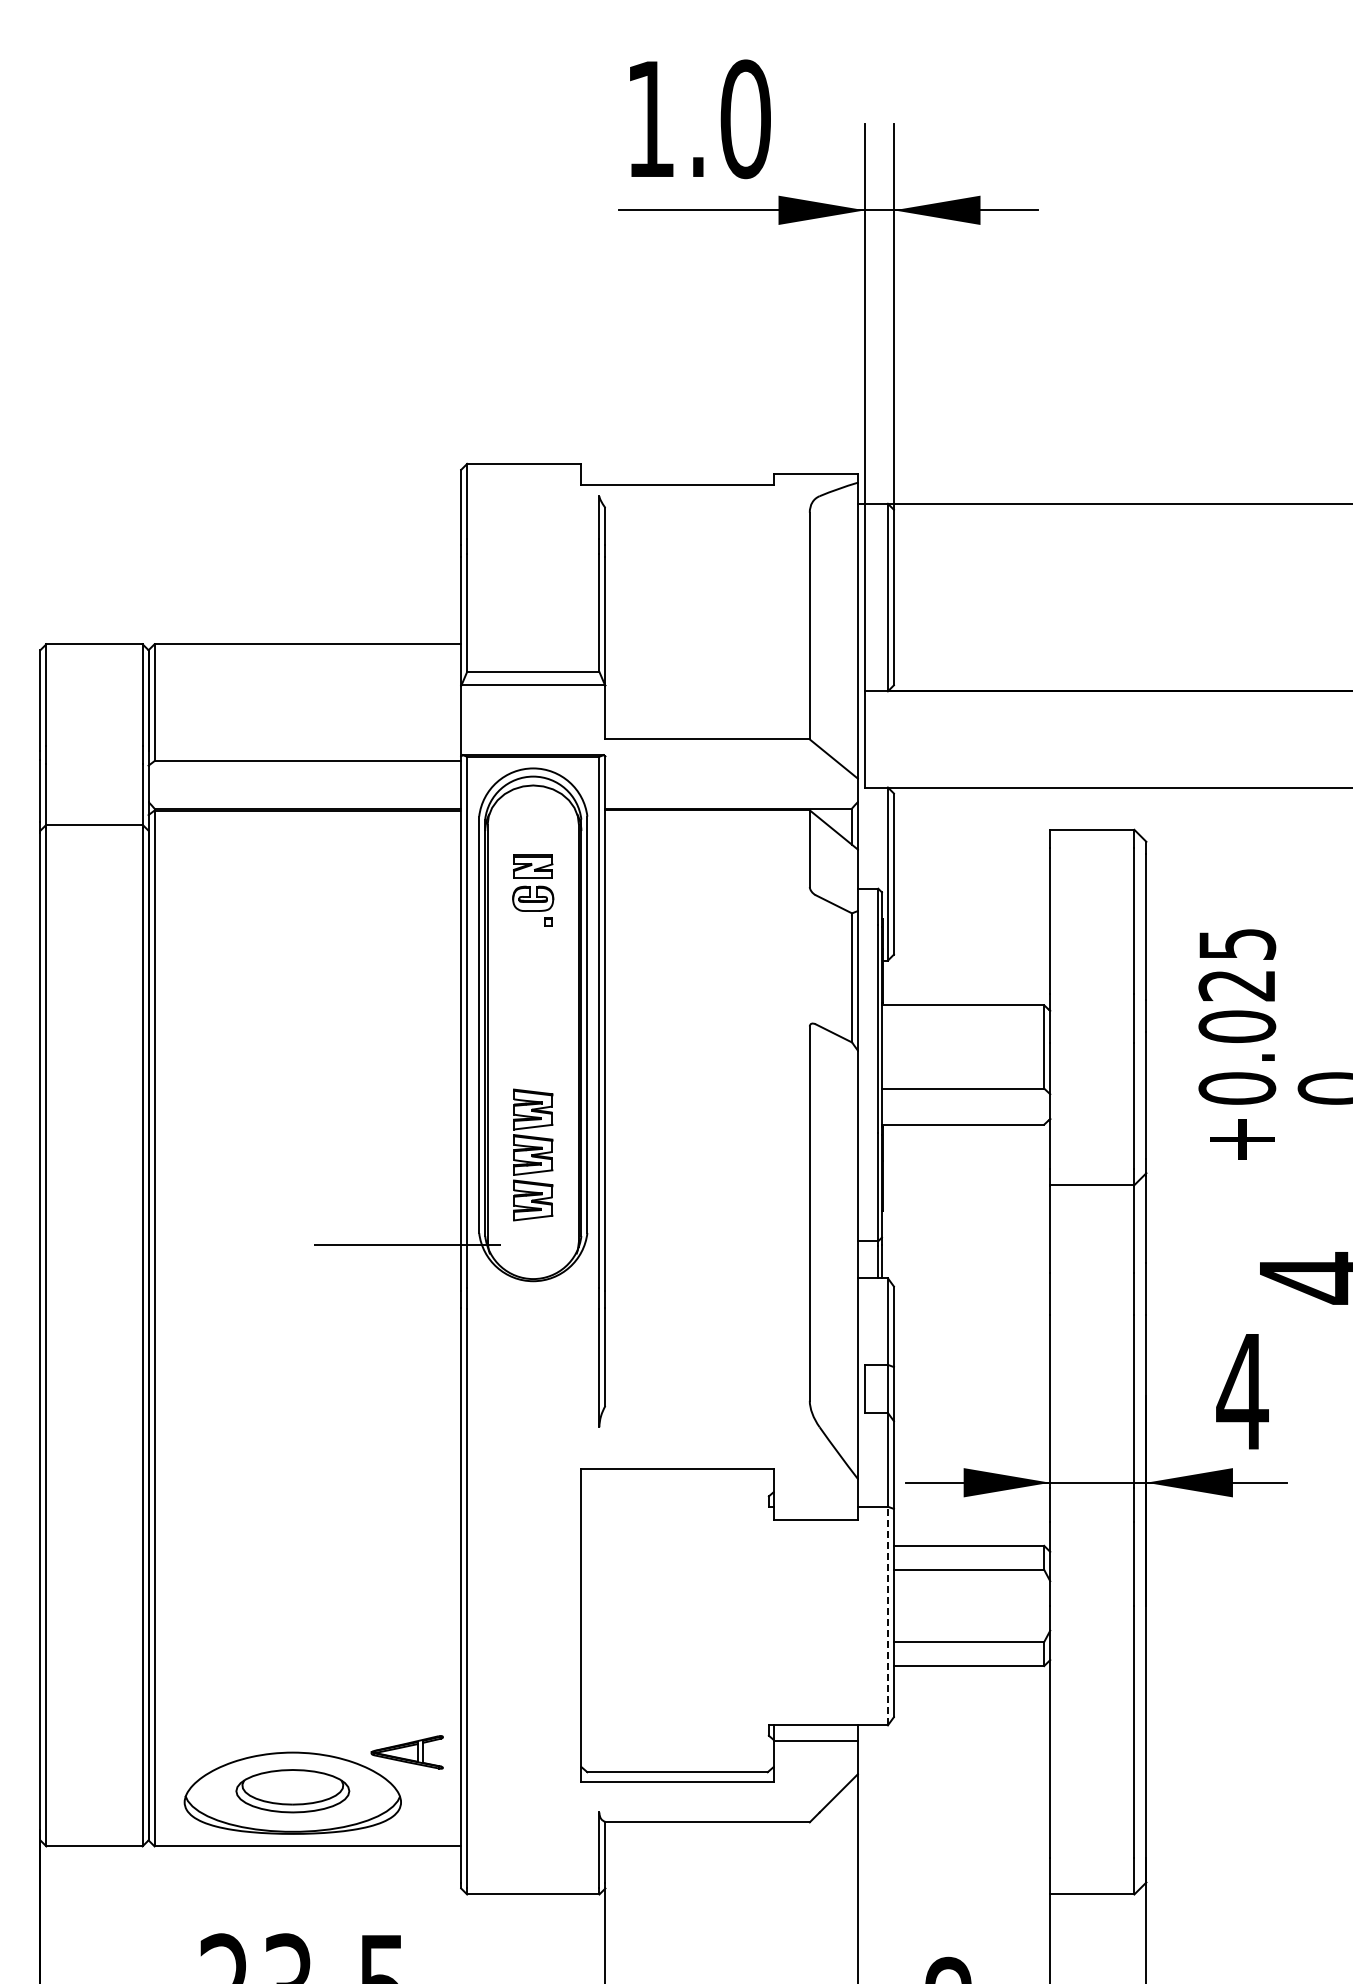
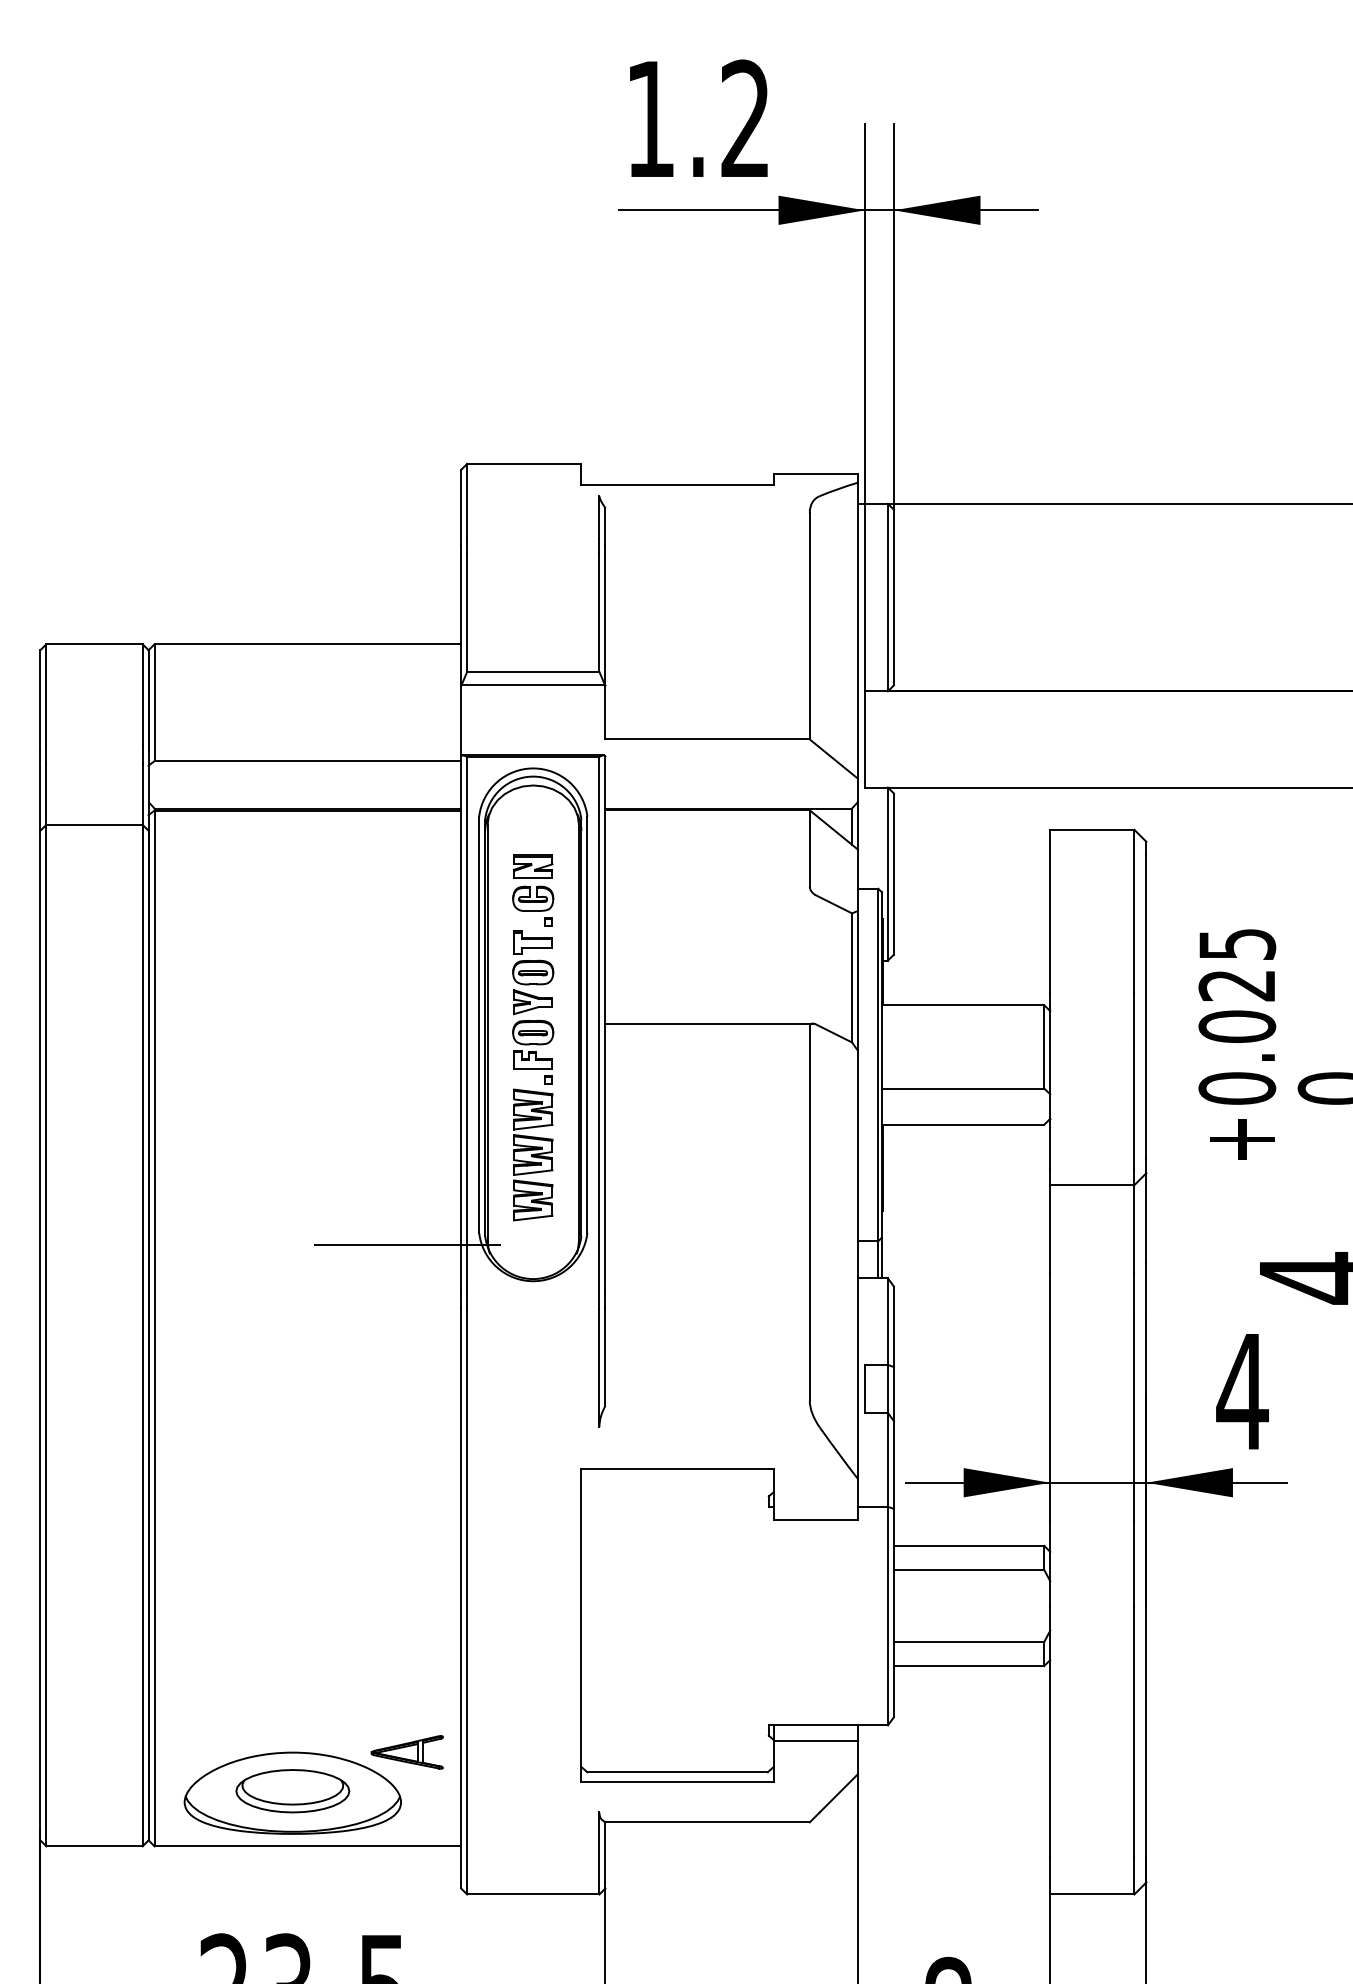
text at (745, 119): 1.0 -> 1.2
part at (533, 1007): none -> present
line at (708, 1023): none -> present
line at (887, 1615): dashed -> solid
